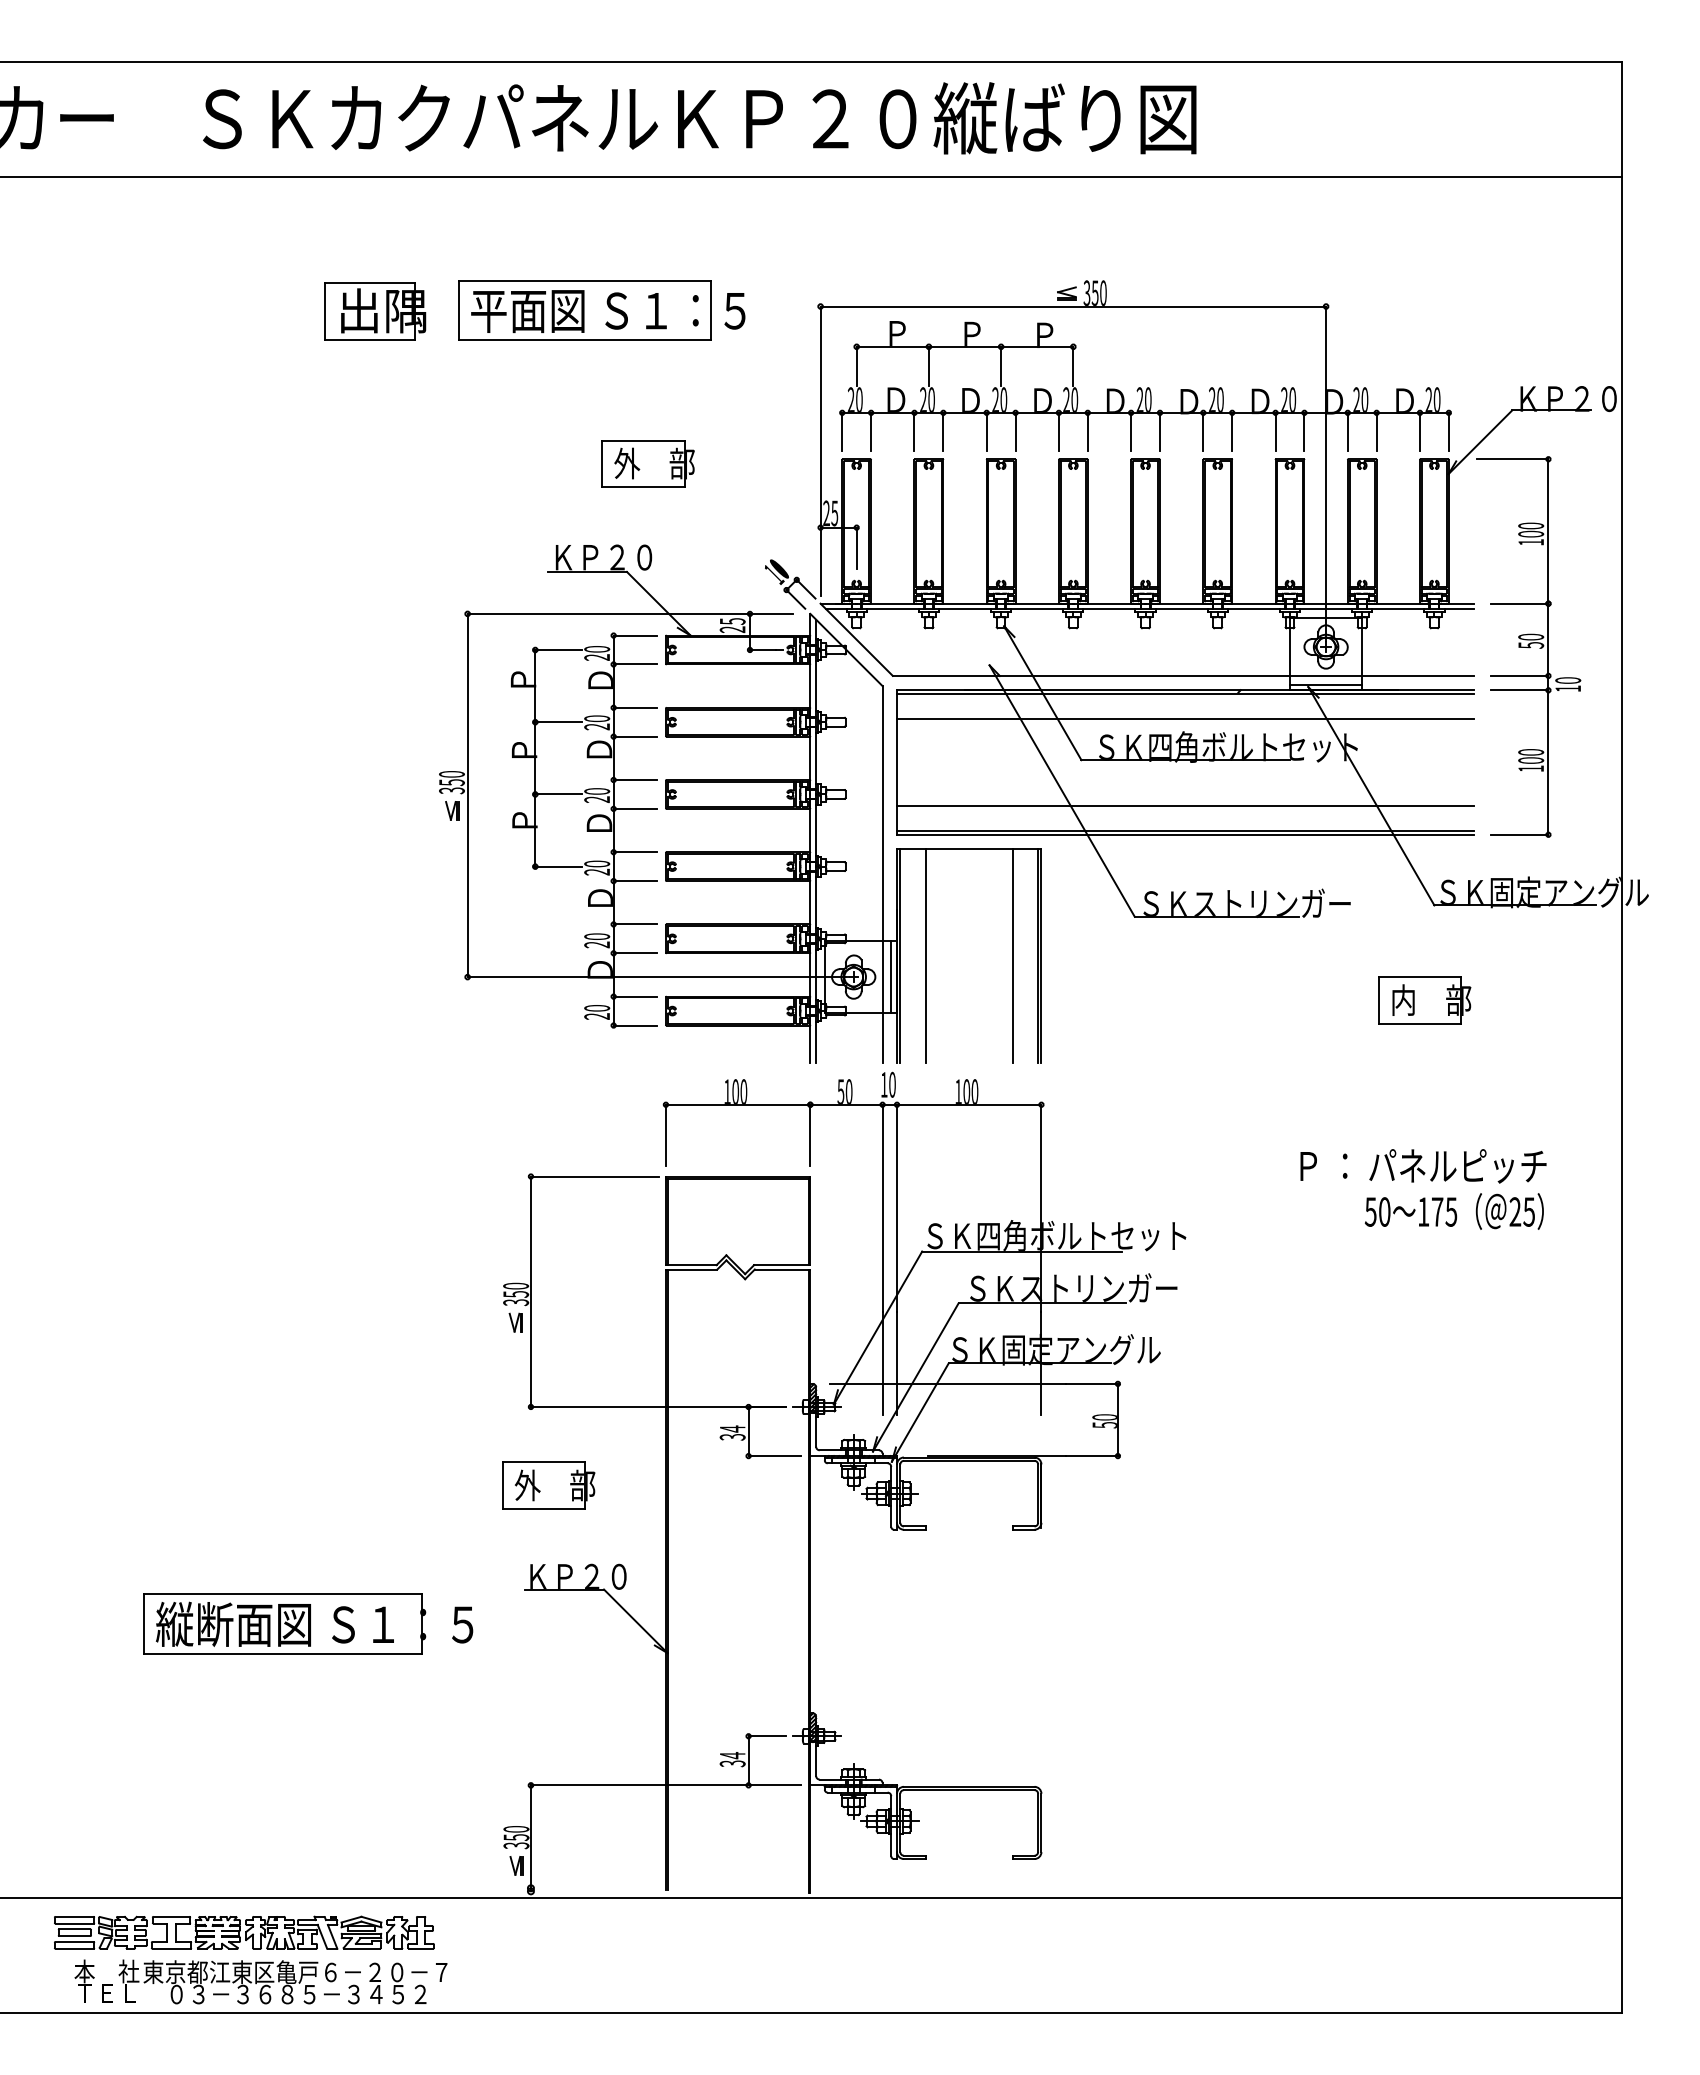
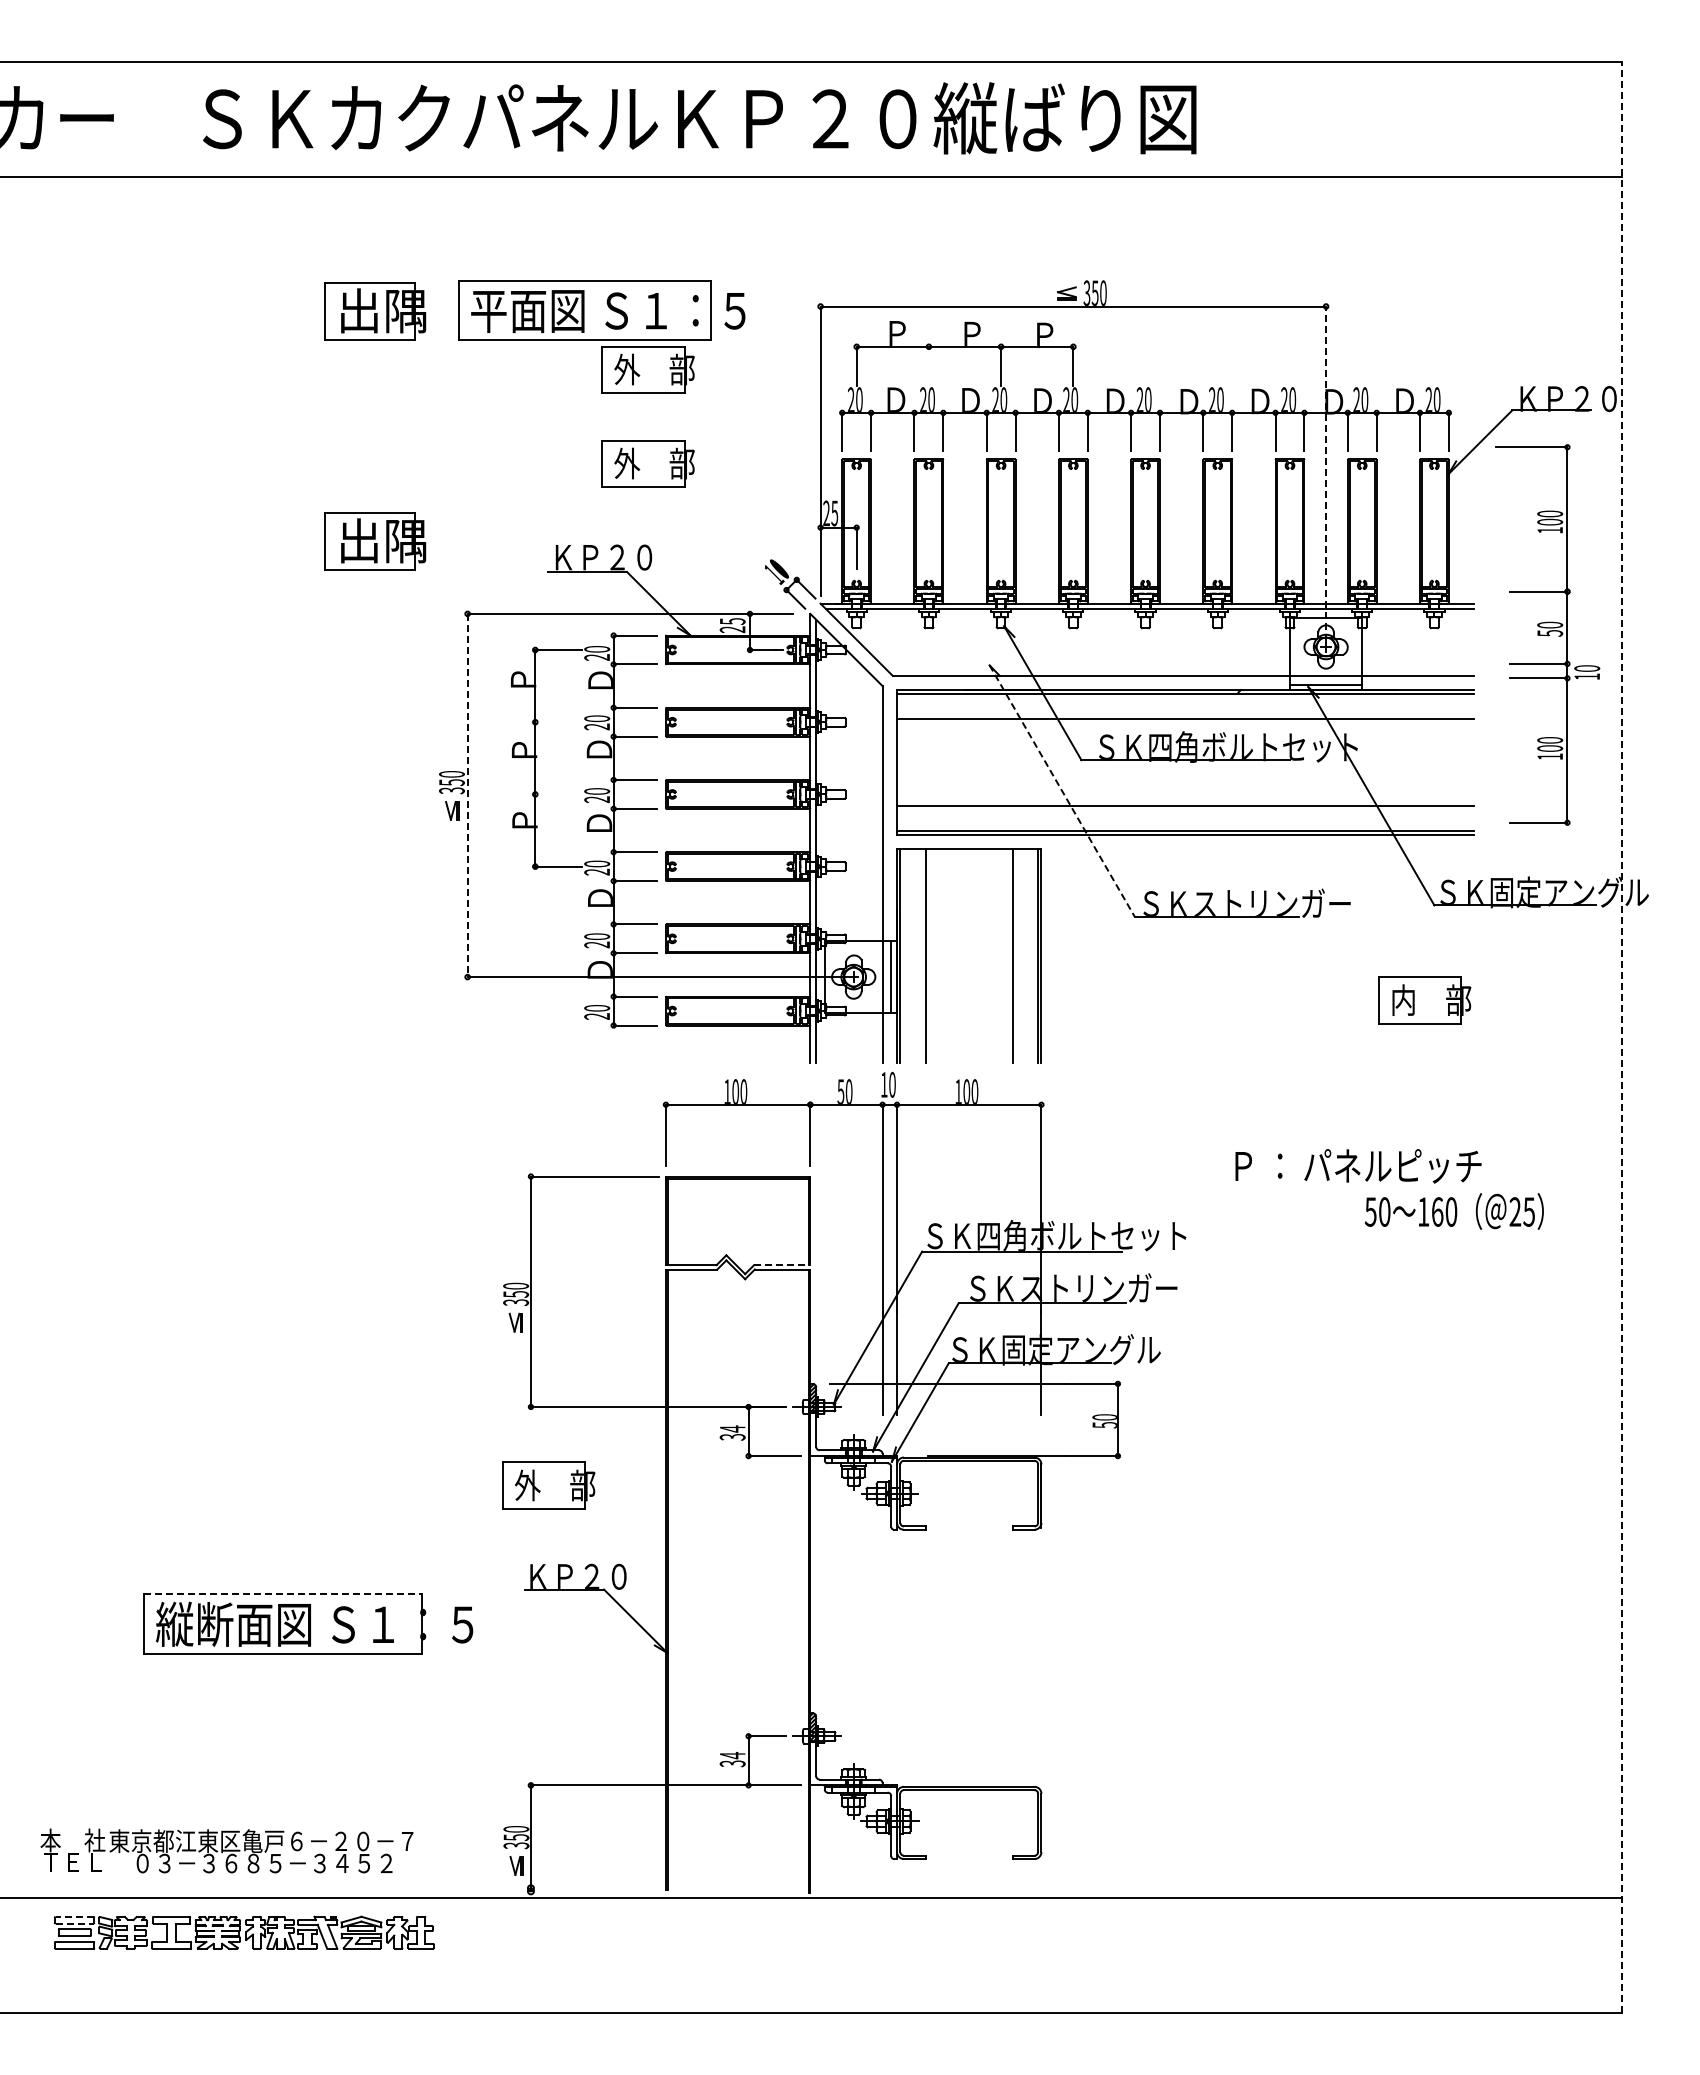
line at (928, 366): present -> none
part at (647, 369): none -> present
line at (1326, 473): solid -> dashed
part at (375, 541): none -> present
part at (1528, 646) position: (1528, 646) -> (1547, 634)
line at (558, 722): present -> none
line at (1062, 791): solid -> dashed
line at (558, 794): present -> none
line at (467, 795): solid -> dashed
line at (1622, 1037): solid -> dashed
text at (1423, 1166) position: (1423, 1166) -> (1358, 1166)
text at (1444, 1211): 175 -> 160
line at (782, 1265): solid -> dashed
line at (282, 1594): solid -> dashed
line at (74, 1916): solid -> dashed
line at (75, 1923): solid -> dashed
text at (260, 1981) position: (260, 1981) -> (226, 1850)
